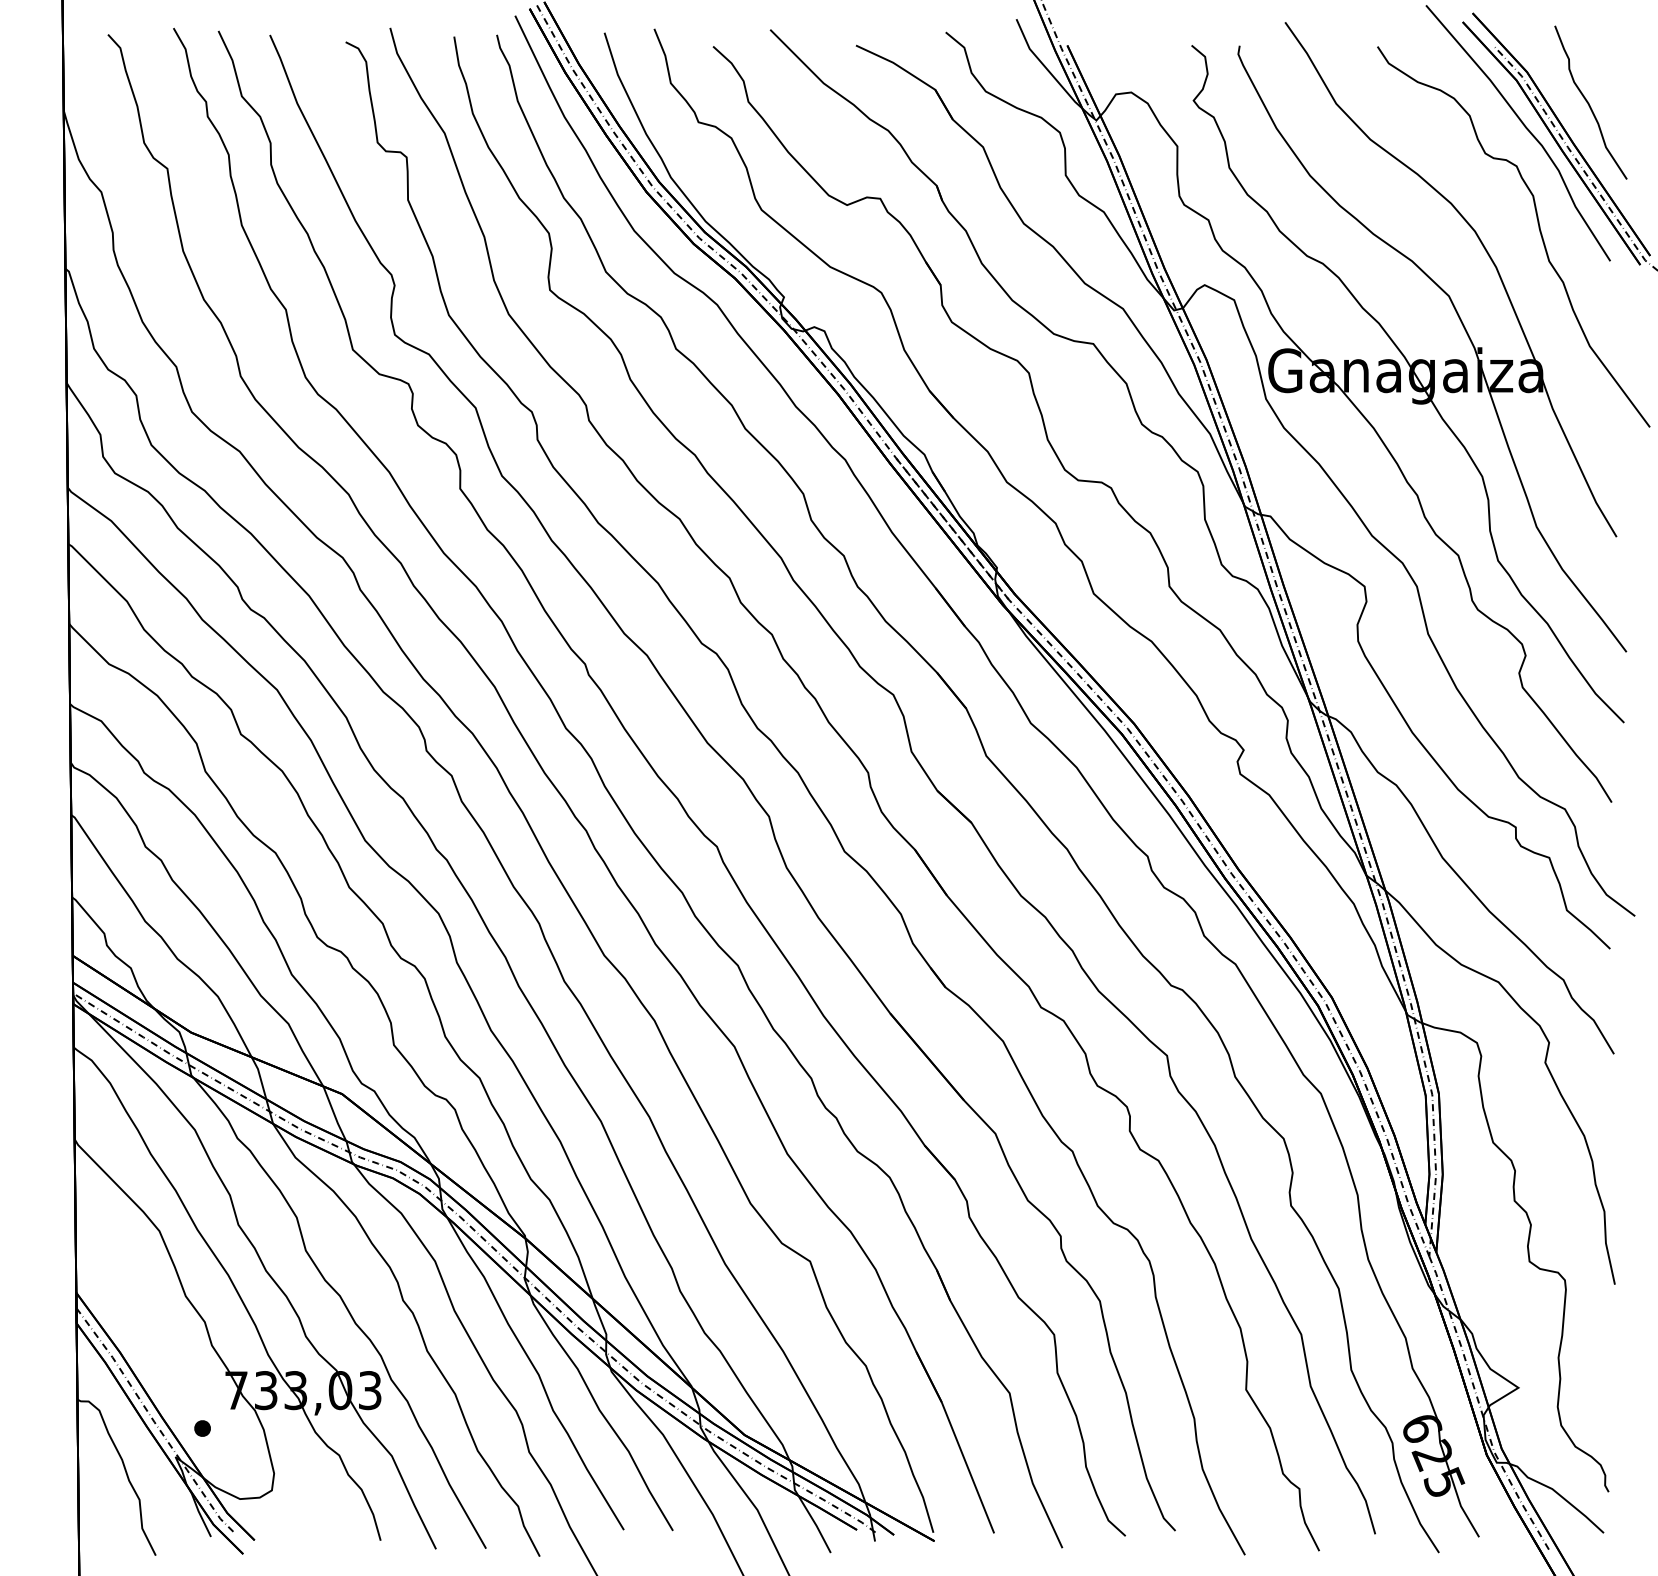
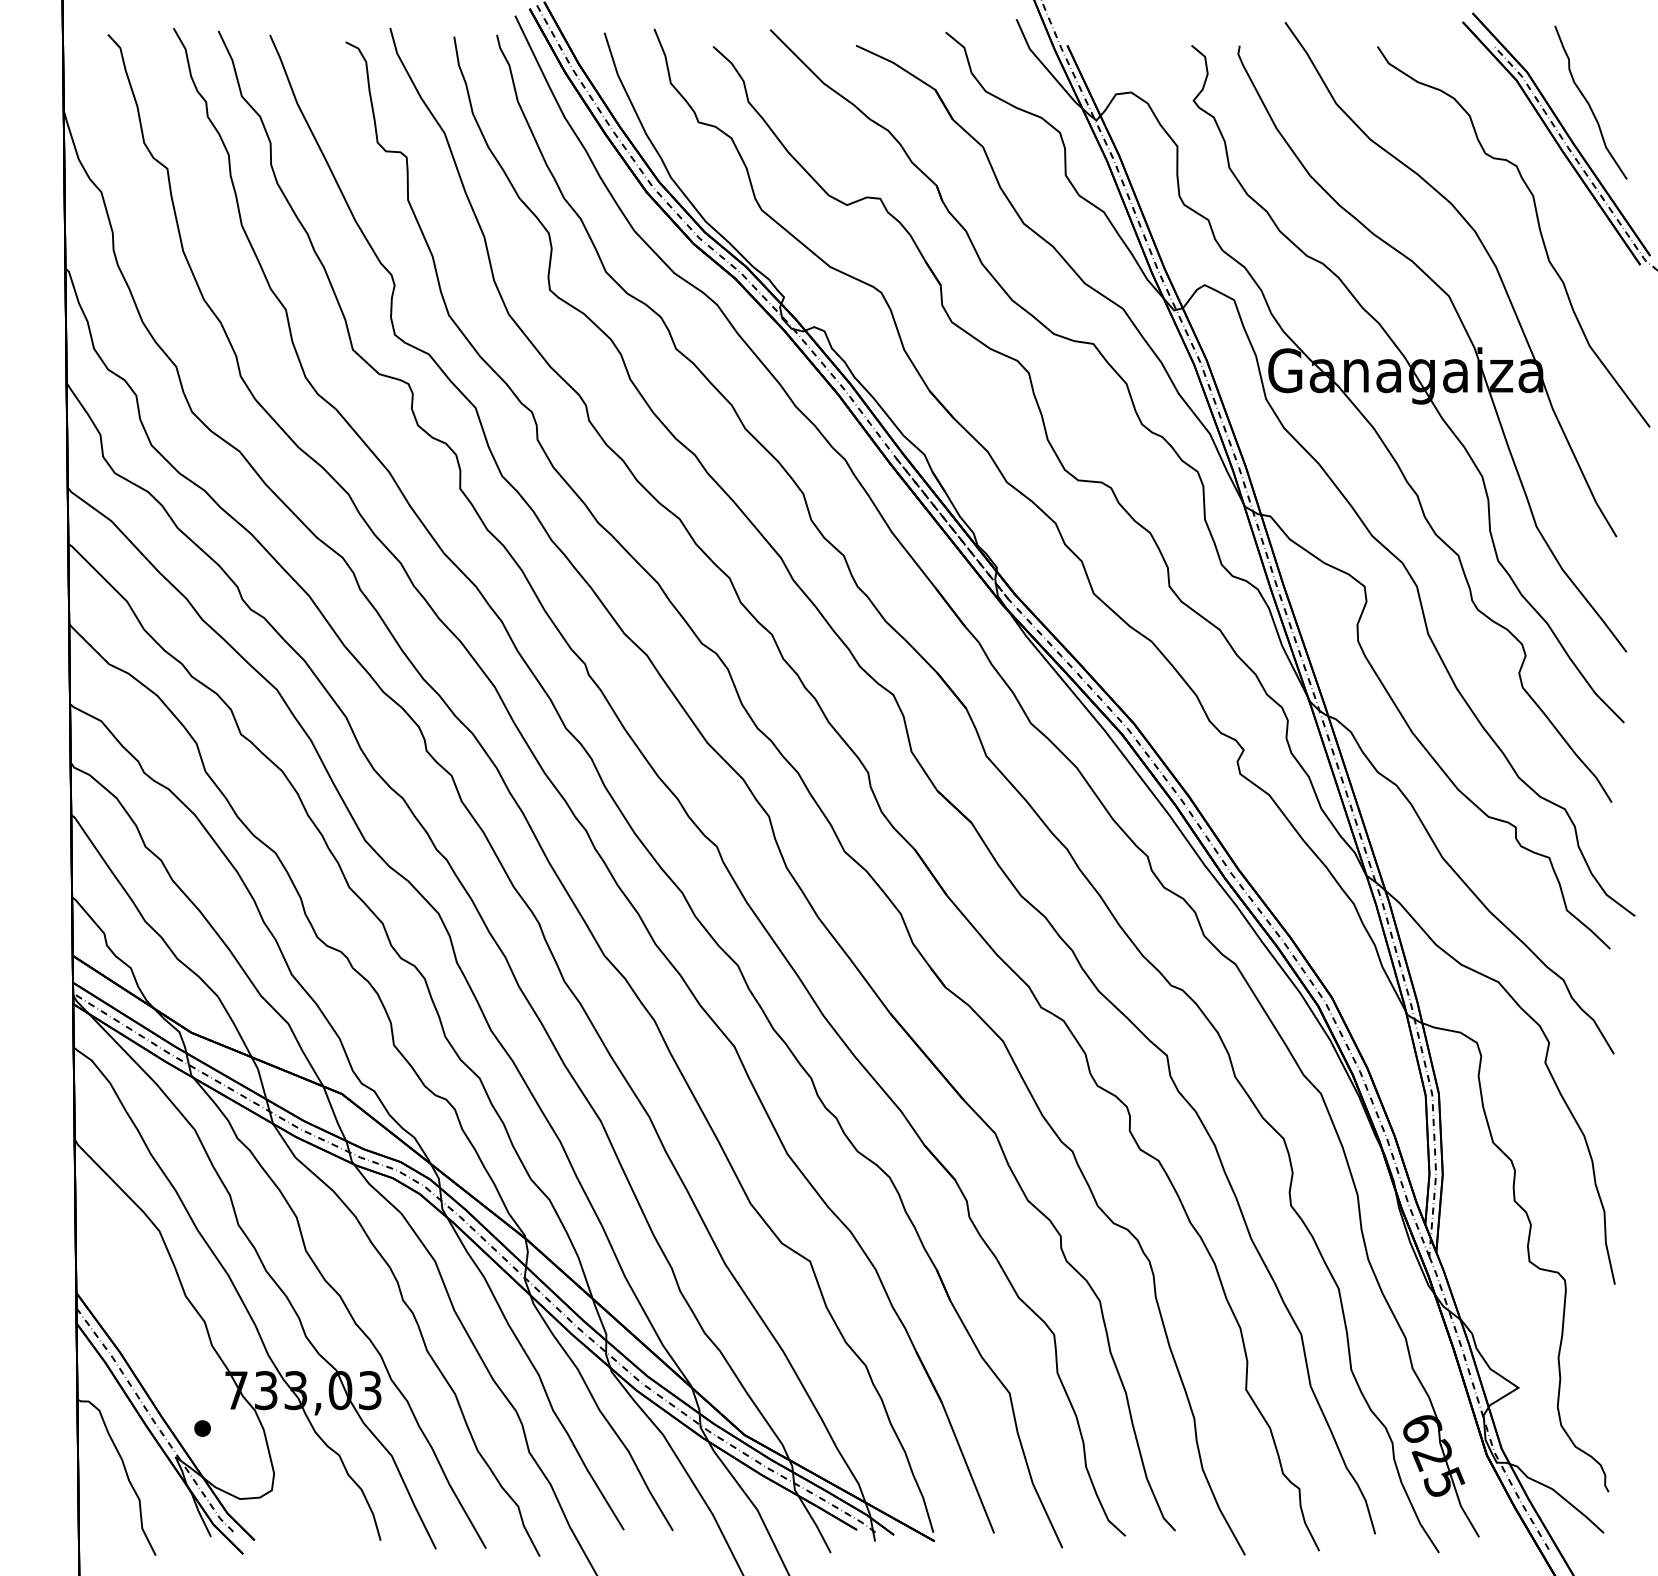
curve at (1524, 127): present -> none
